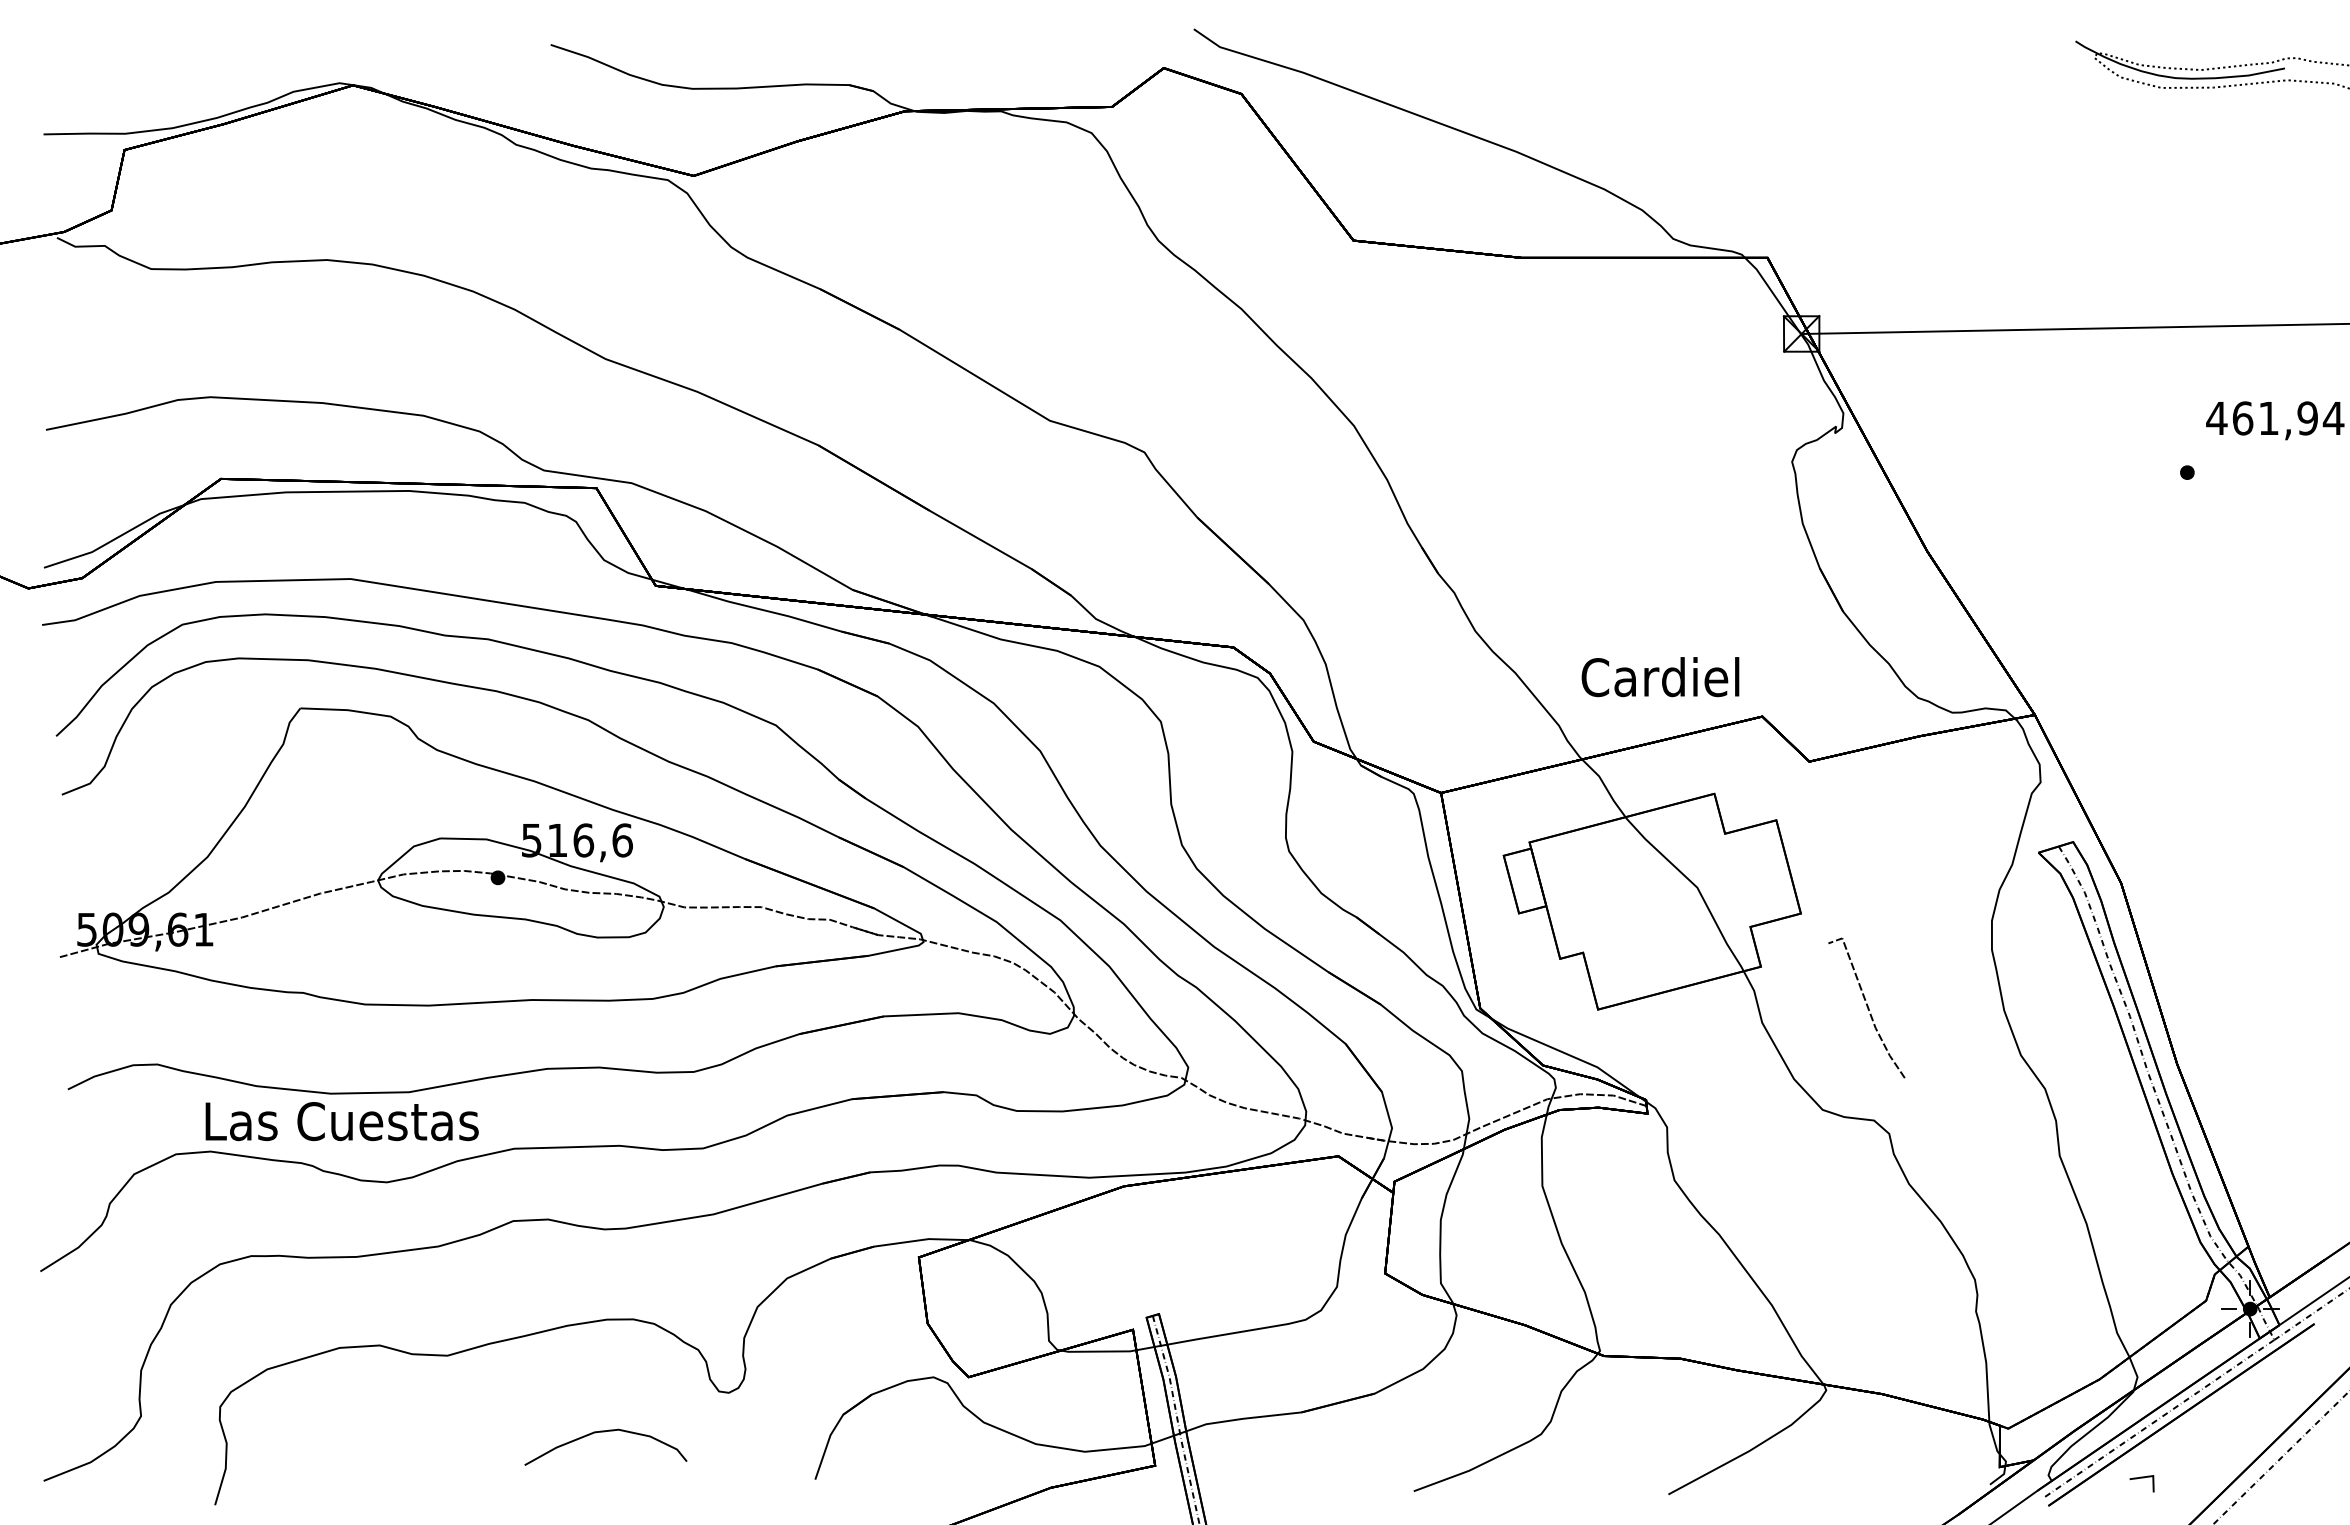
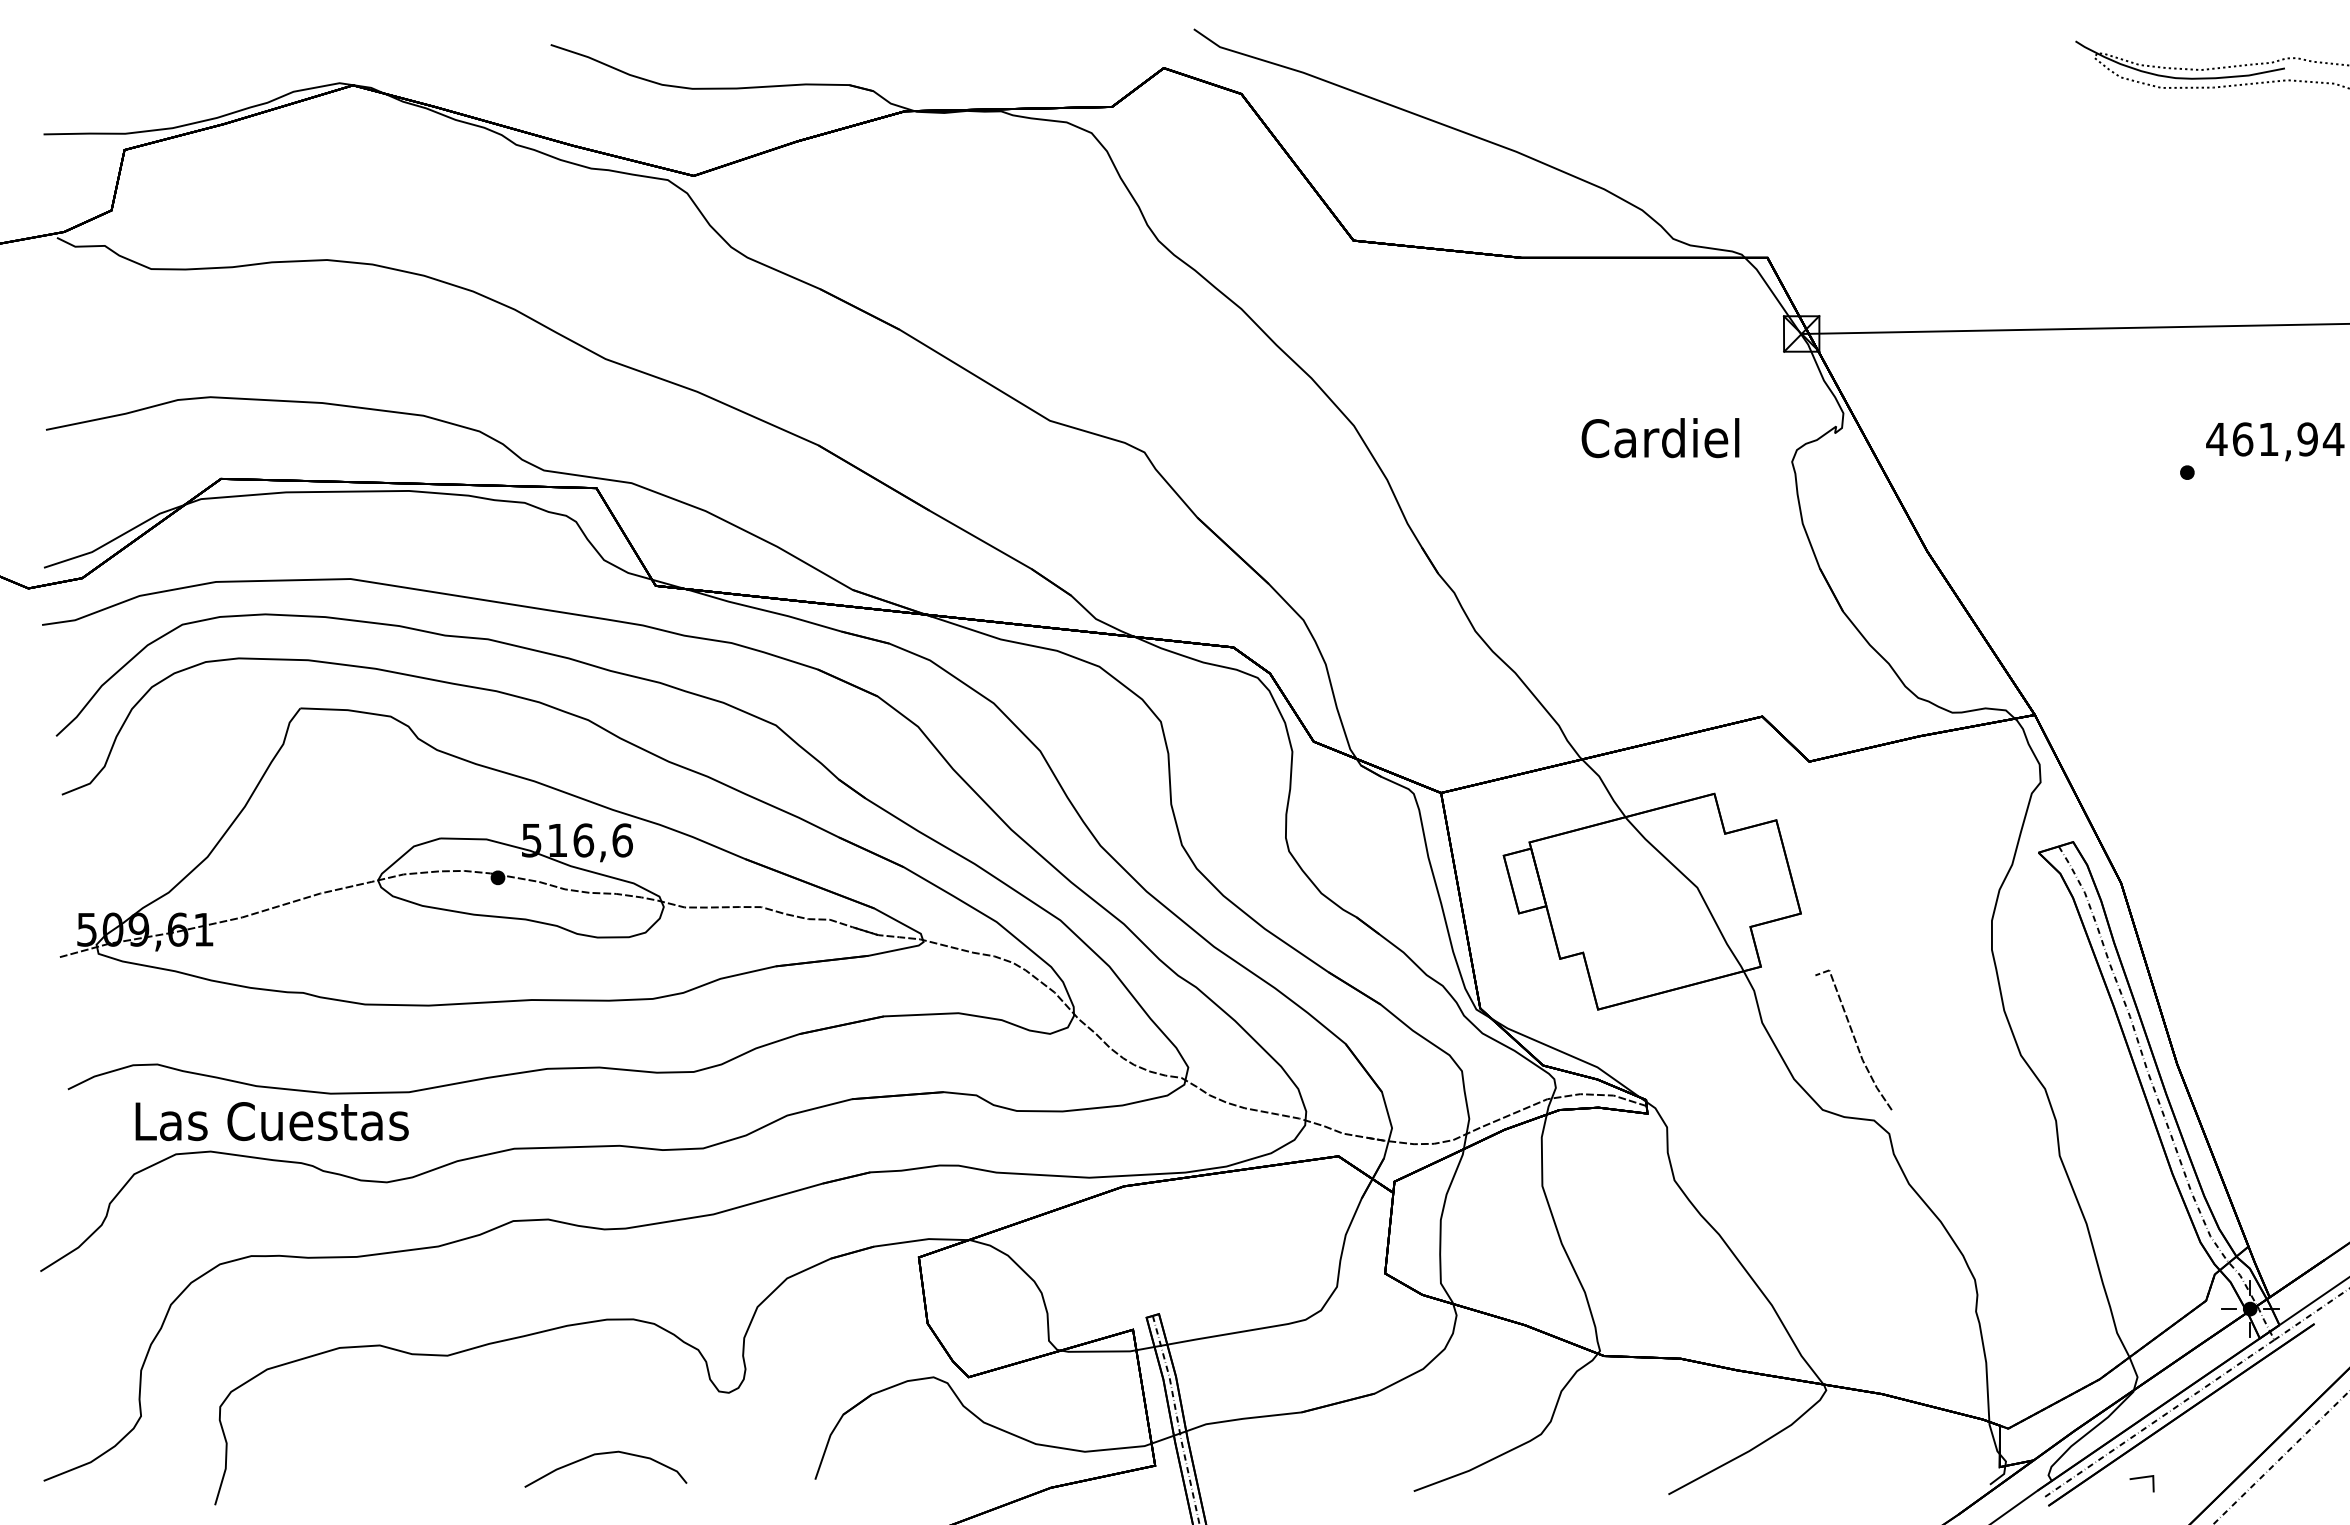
text at (2275, 420) position: (2275, 420) -> (2275, 441)
text at (1660, 677) position: (1660, 677) -> (1660, 438)
line at (1866, 1006) position: (1866, 1006) -> (1853, 1038)
text at (341, 1121) position: (341, 1121) -> (271, 1121)
curve at (605, 1432) position: (605, 1432) -> (605, 1454)
